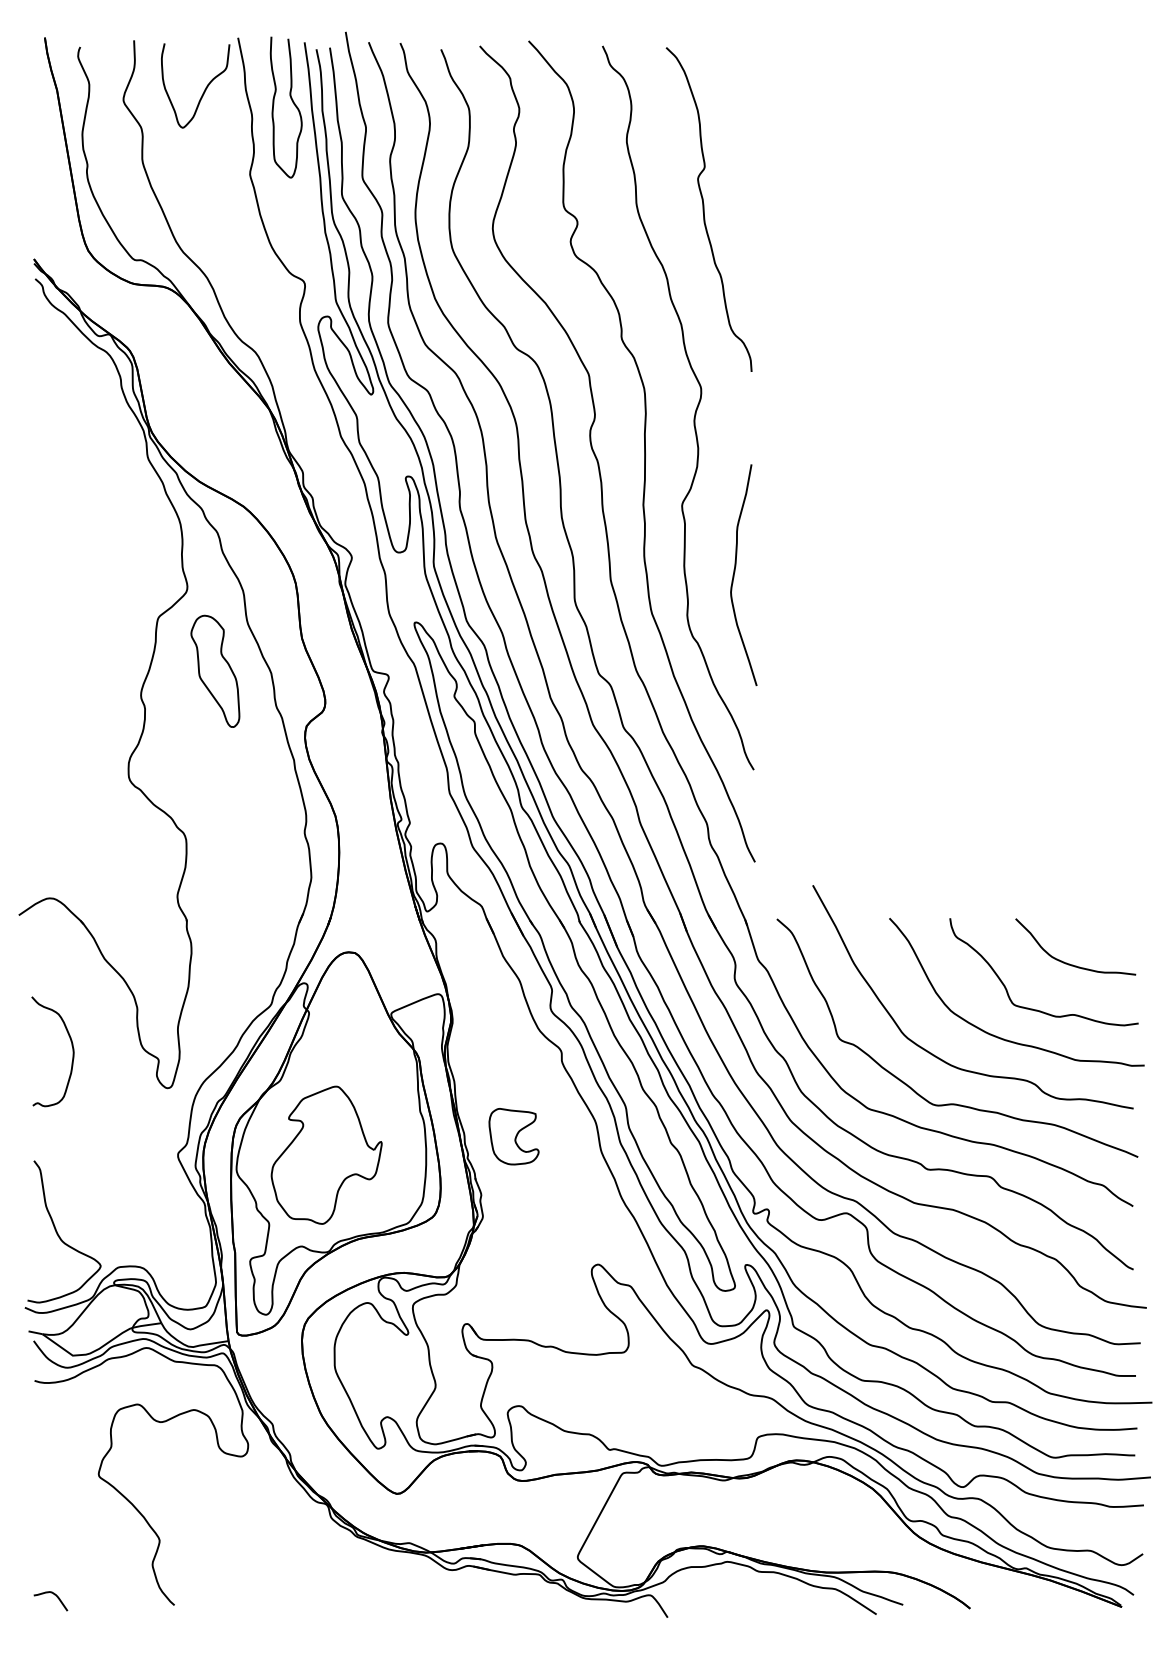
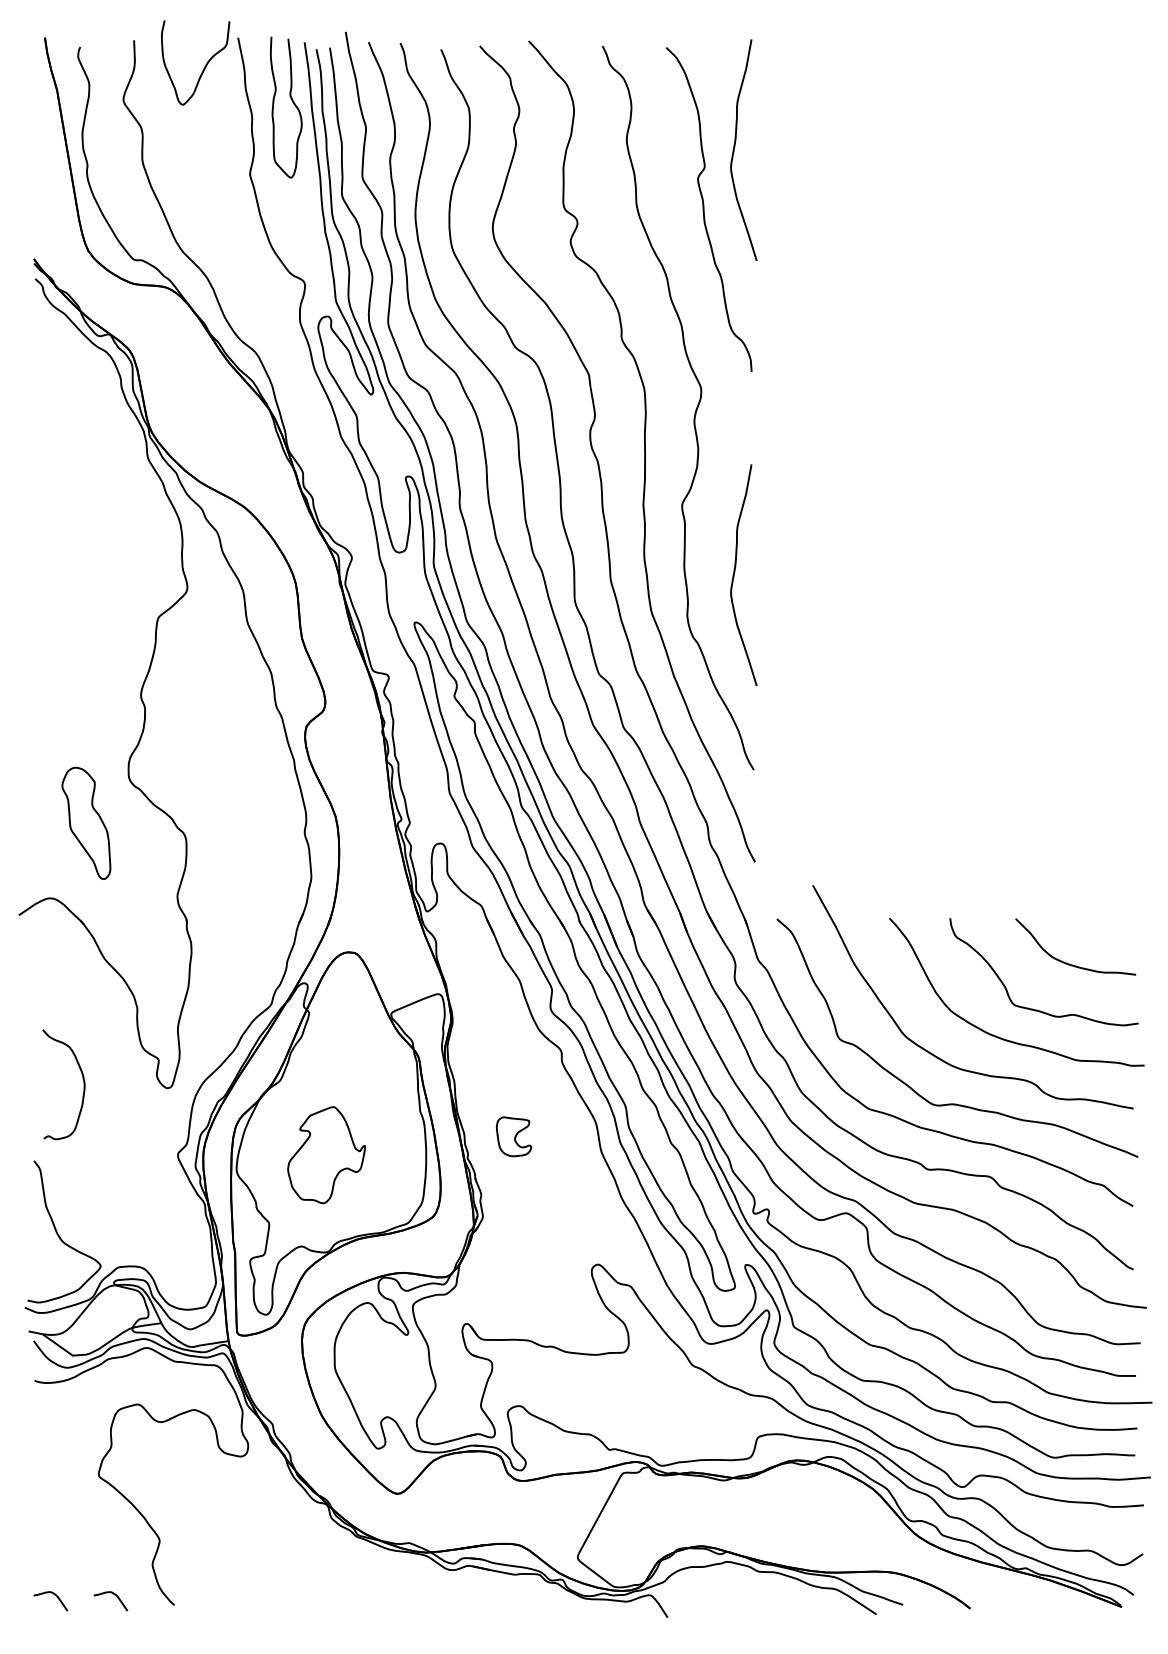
curve at (204, 89) position: (204, 89) -> (204, 66)
curve at (735, 147): none -> present
part at (215, 670) position: (215, 670) -> (86, 822)
curve at (71, 1046) position: (71, 1046) -> (82, 1079)
part at (513, 1136) size: 52x58 px -> 38x42 px
part at (326, 1154) size: 113x140 px -> 80x99 px
curve at (114, 1595): none -> present
